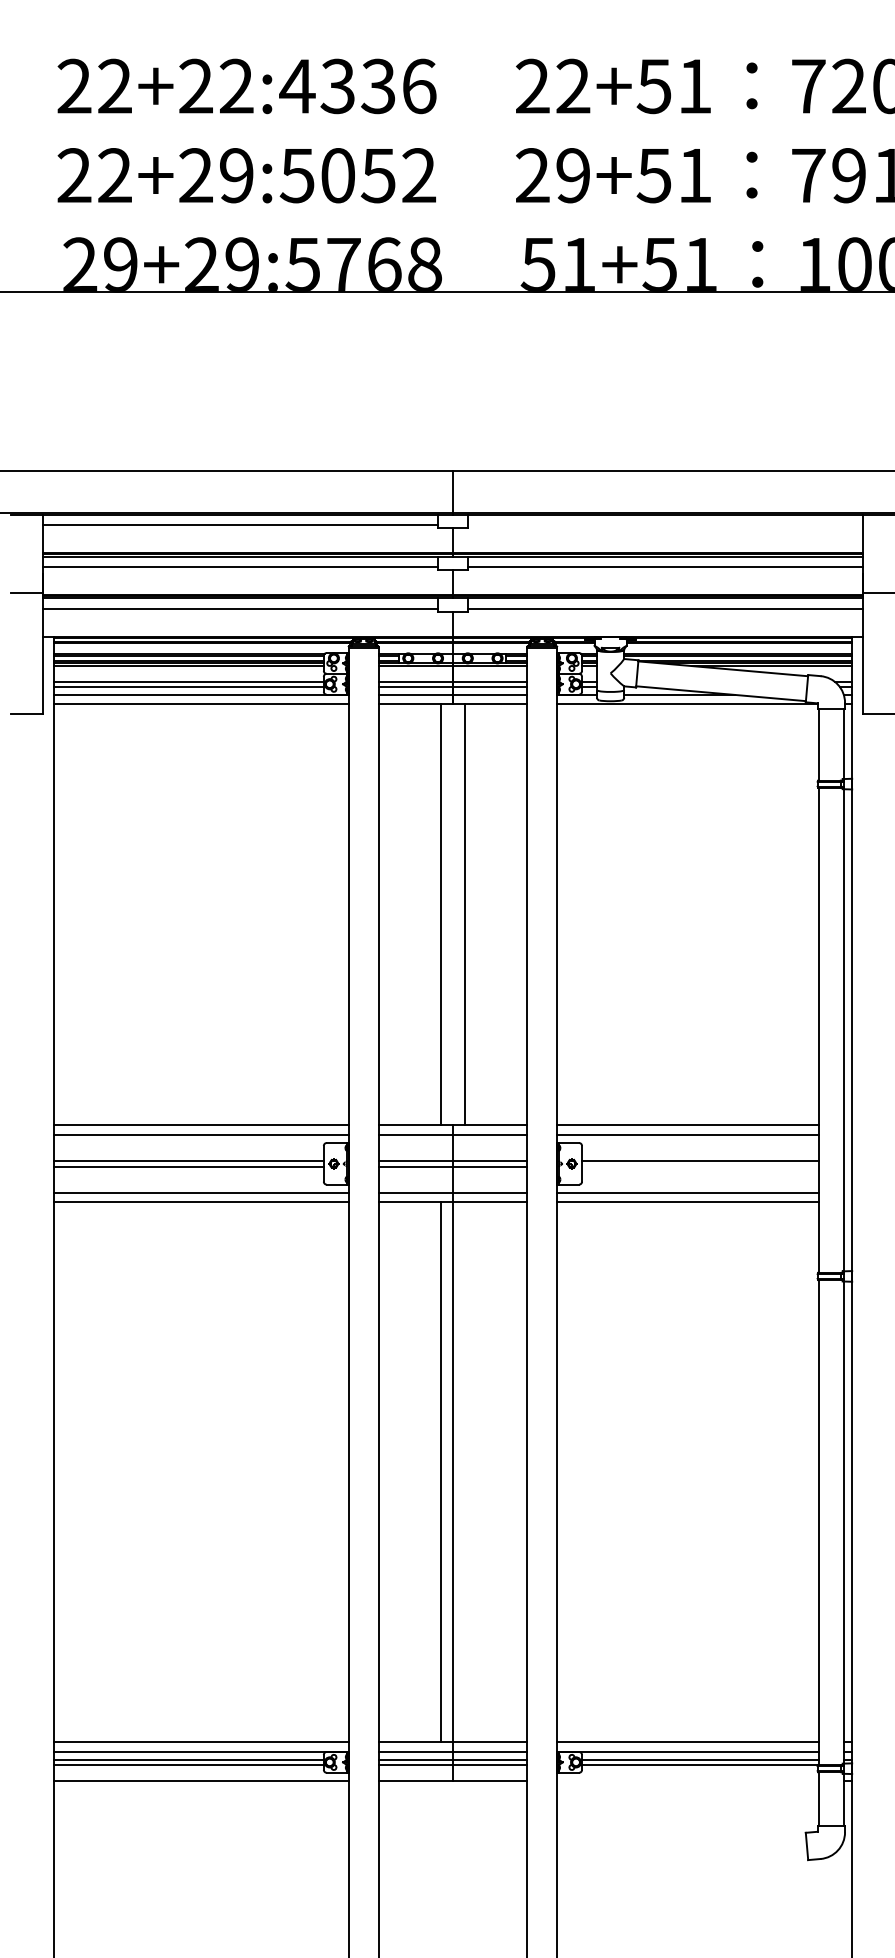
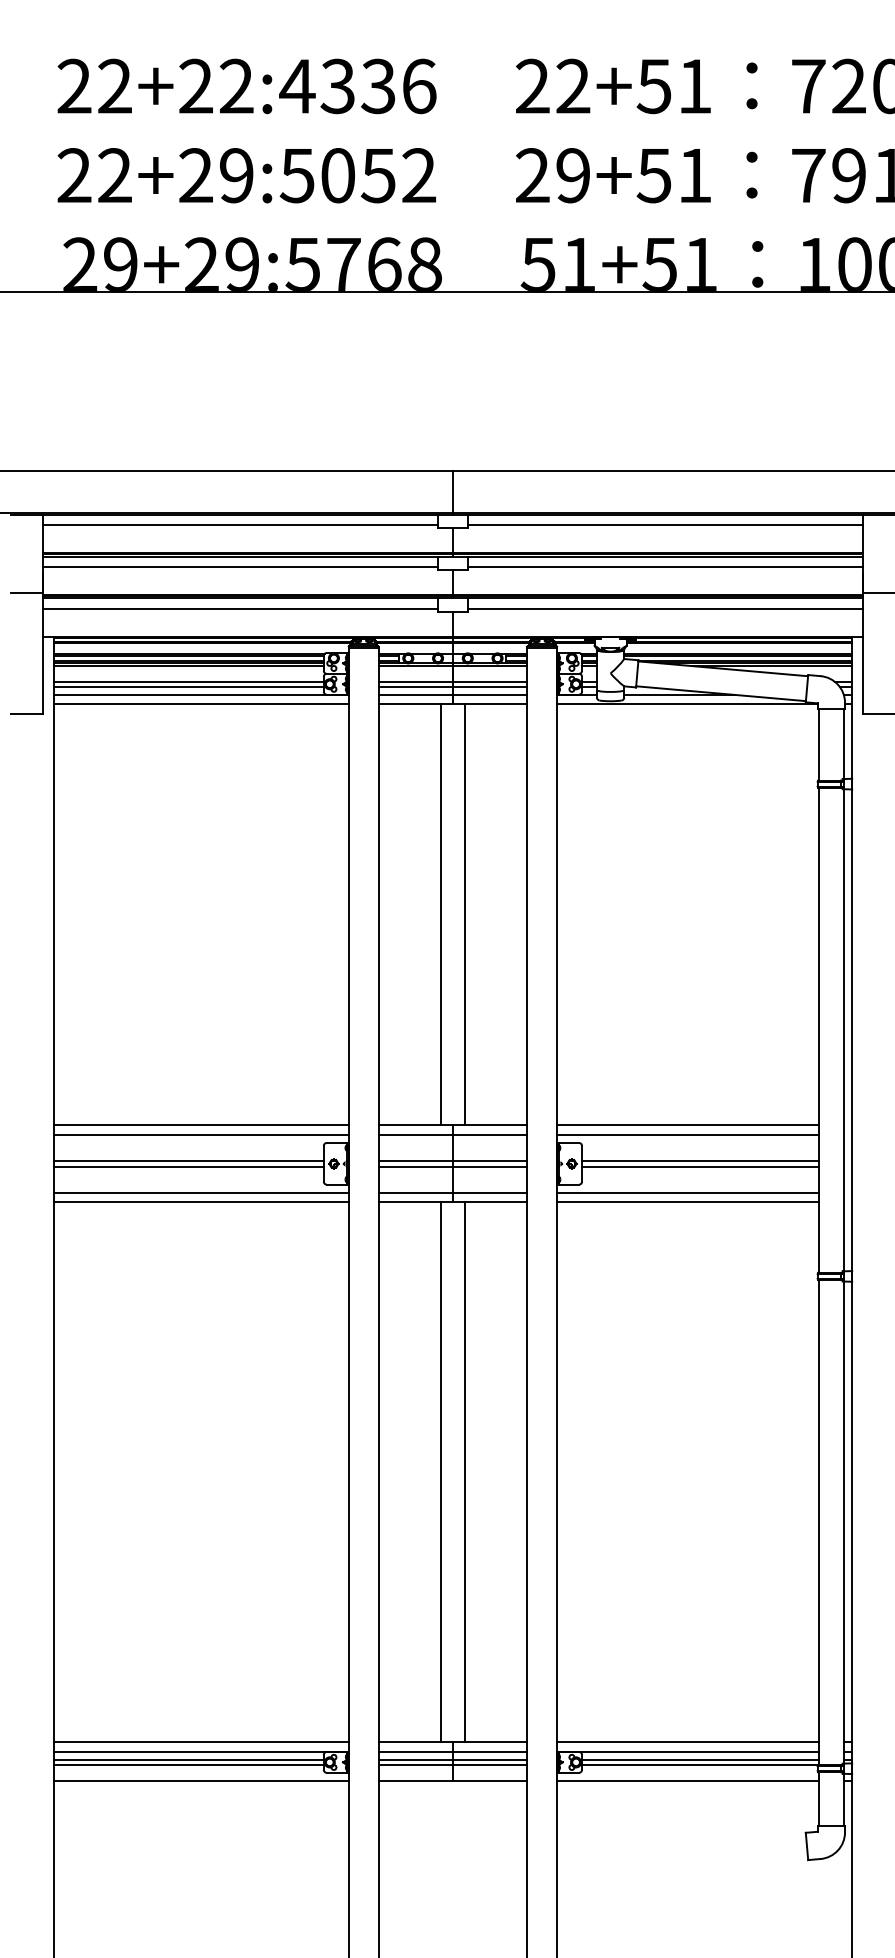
line at (664, 525): none -> present
line at (700, 1166): none -> present
line at (452, 1472) position: (452, 1472) -> (464, 1472)
line at (687, 1780): none -> present
